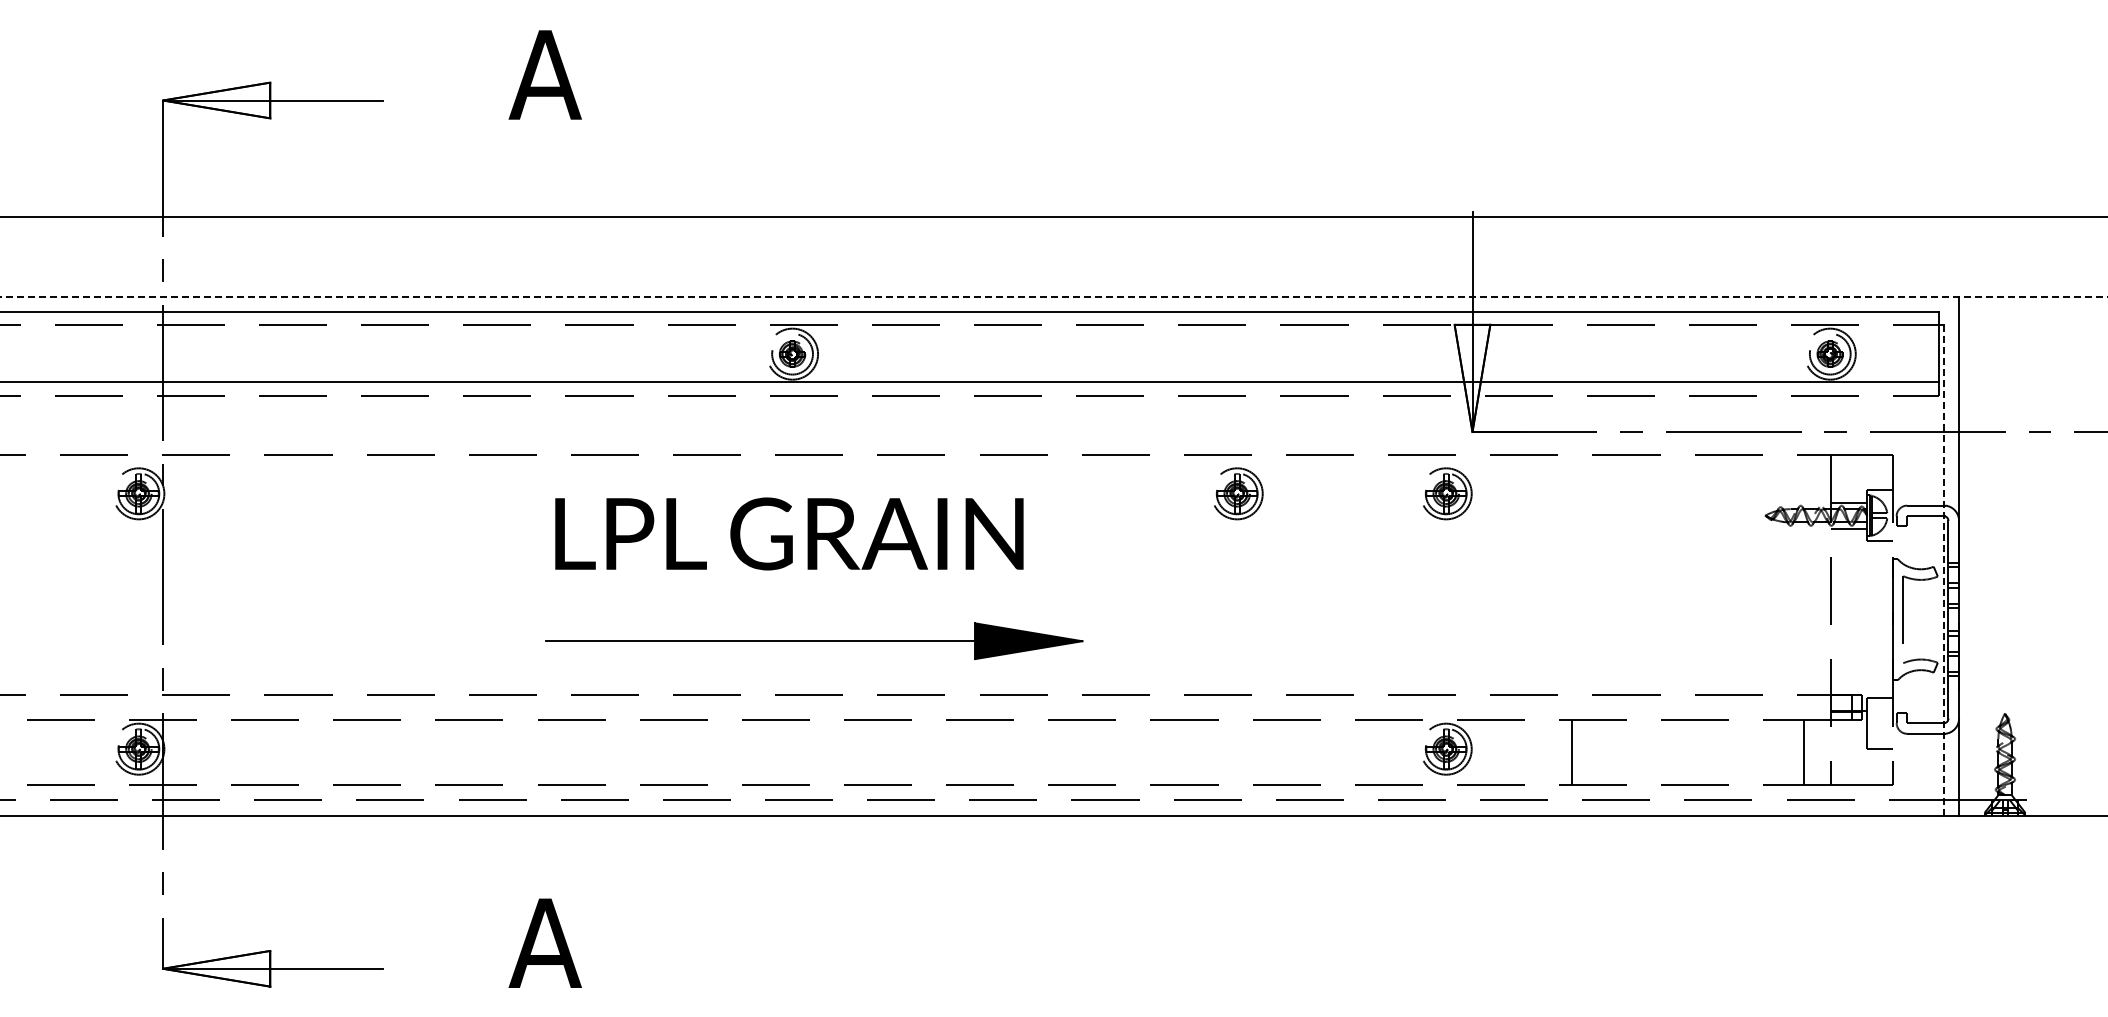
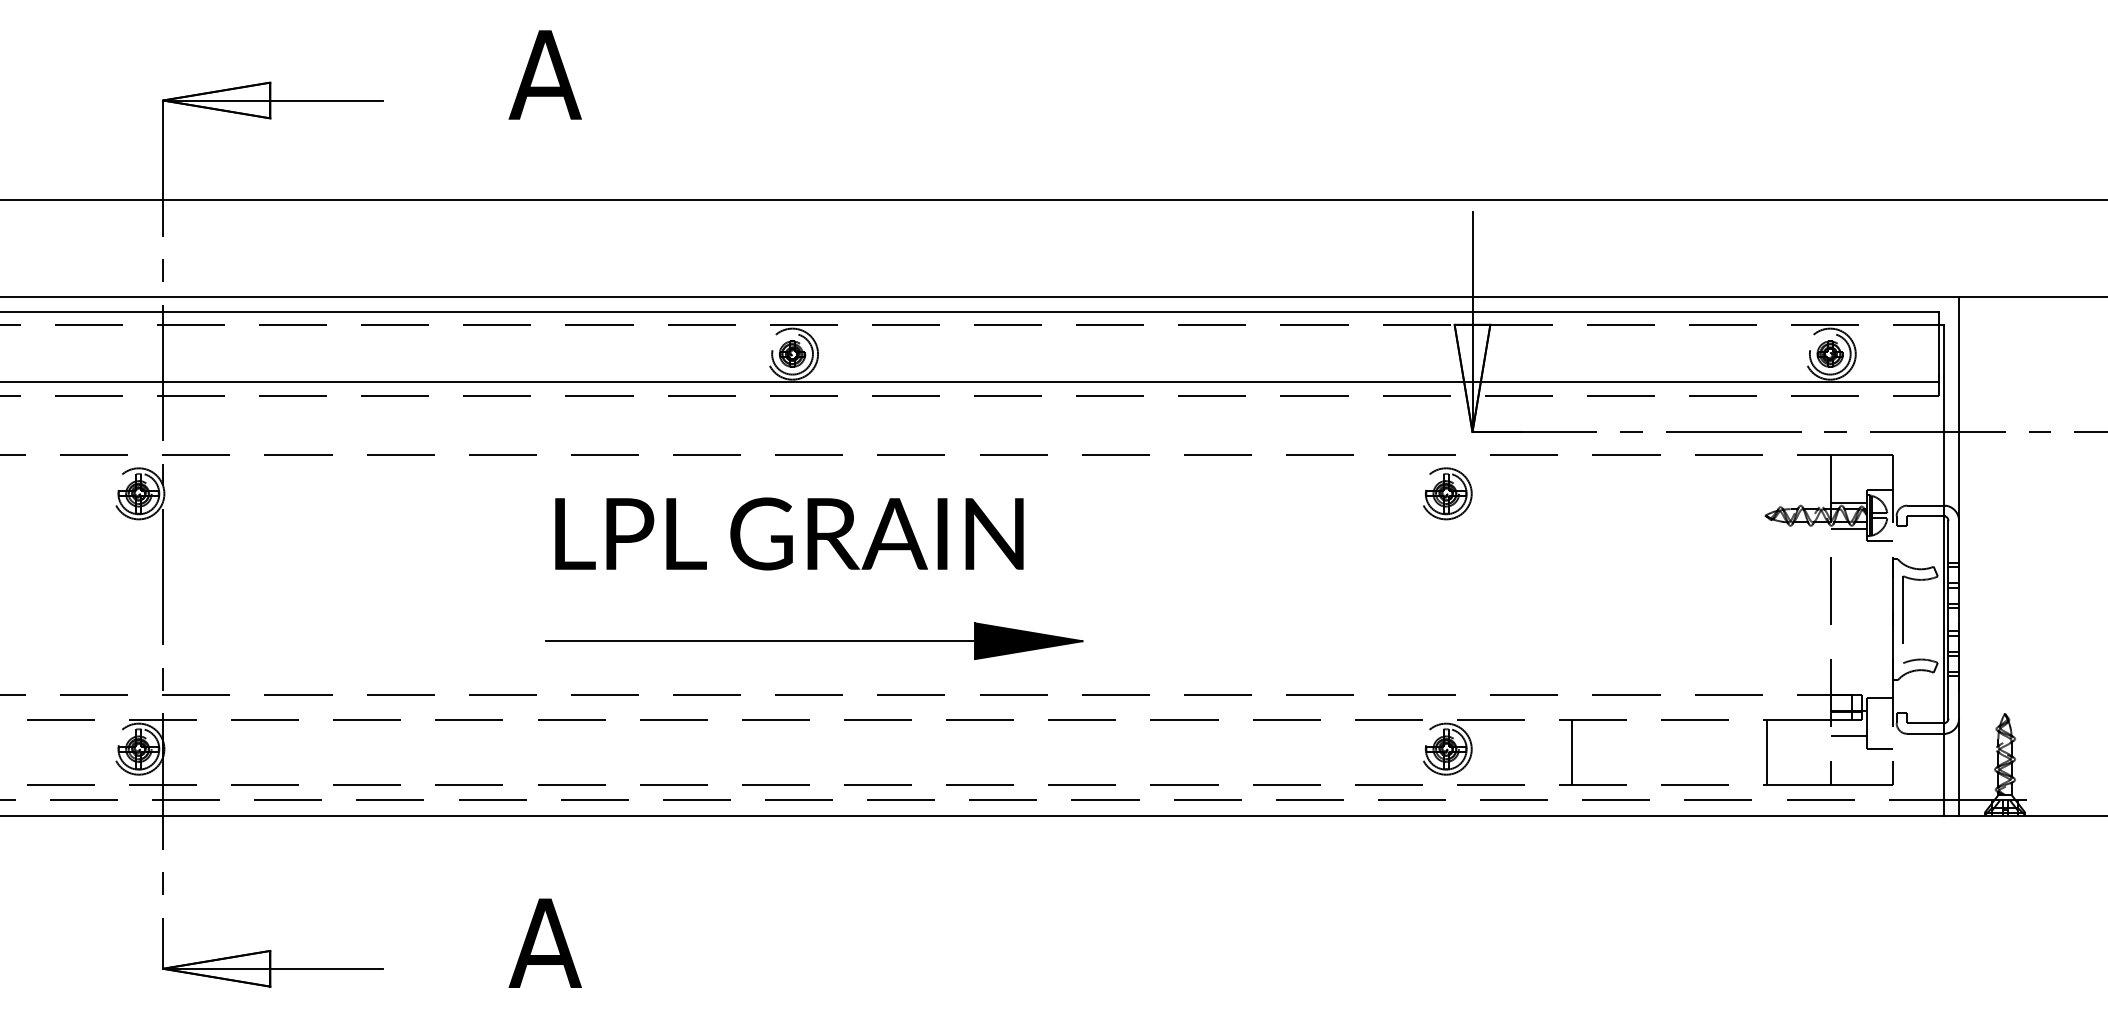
line at (1053, 216) position: (1053, 216) -> (1053, 199)
line at (1054, 296): dashed -> solid
part at (1238, 493): present -> none
line at (1943, 569): dashed -> solid
line at (1849, 736): none -> present
line at (1803, 752) position: (1803, 752) -> (1766, 752)
